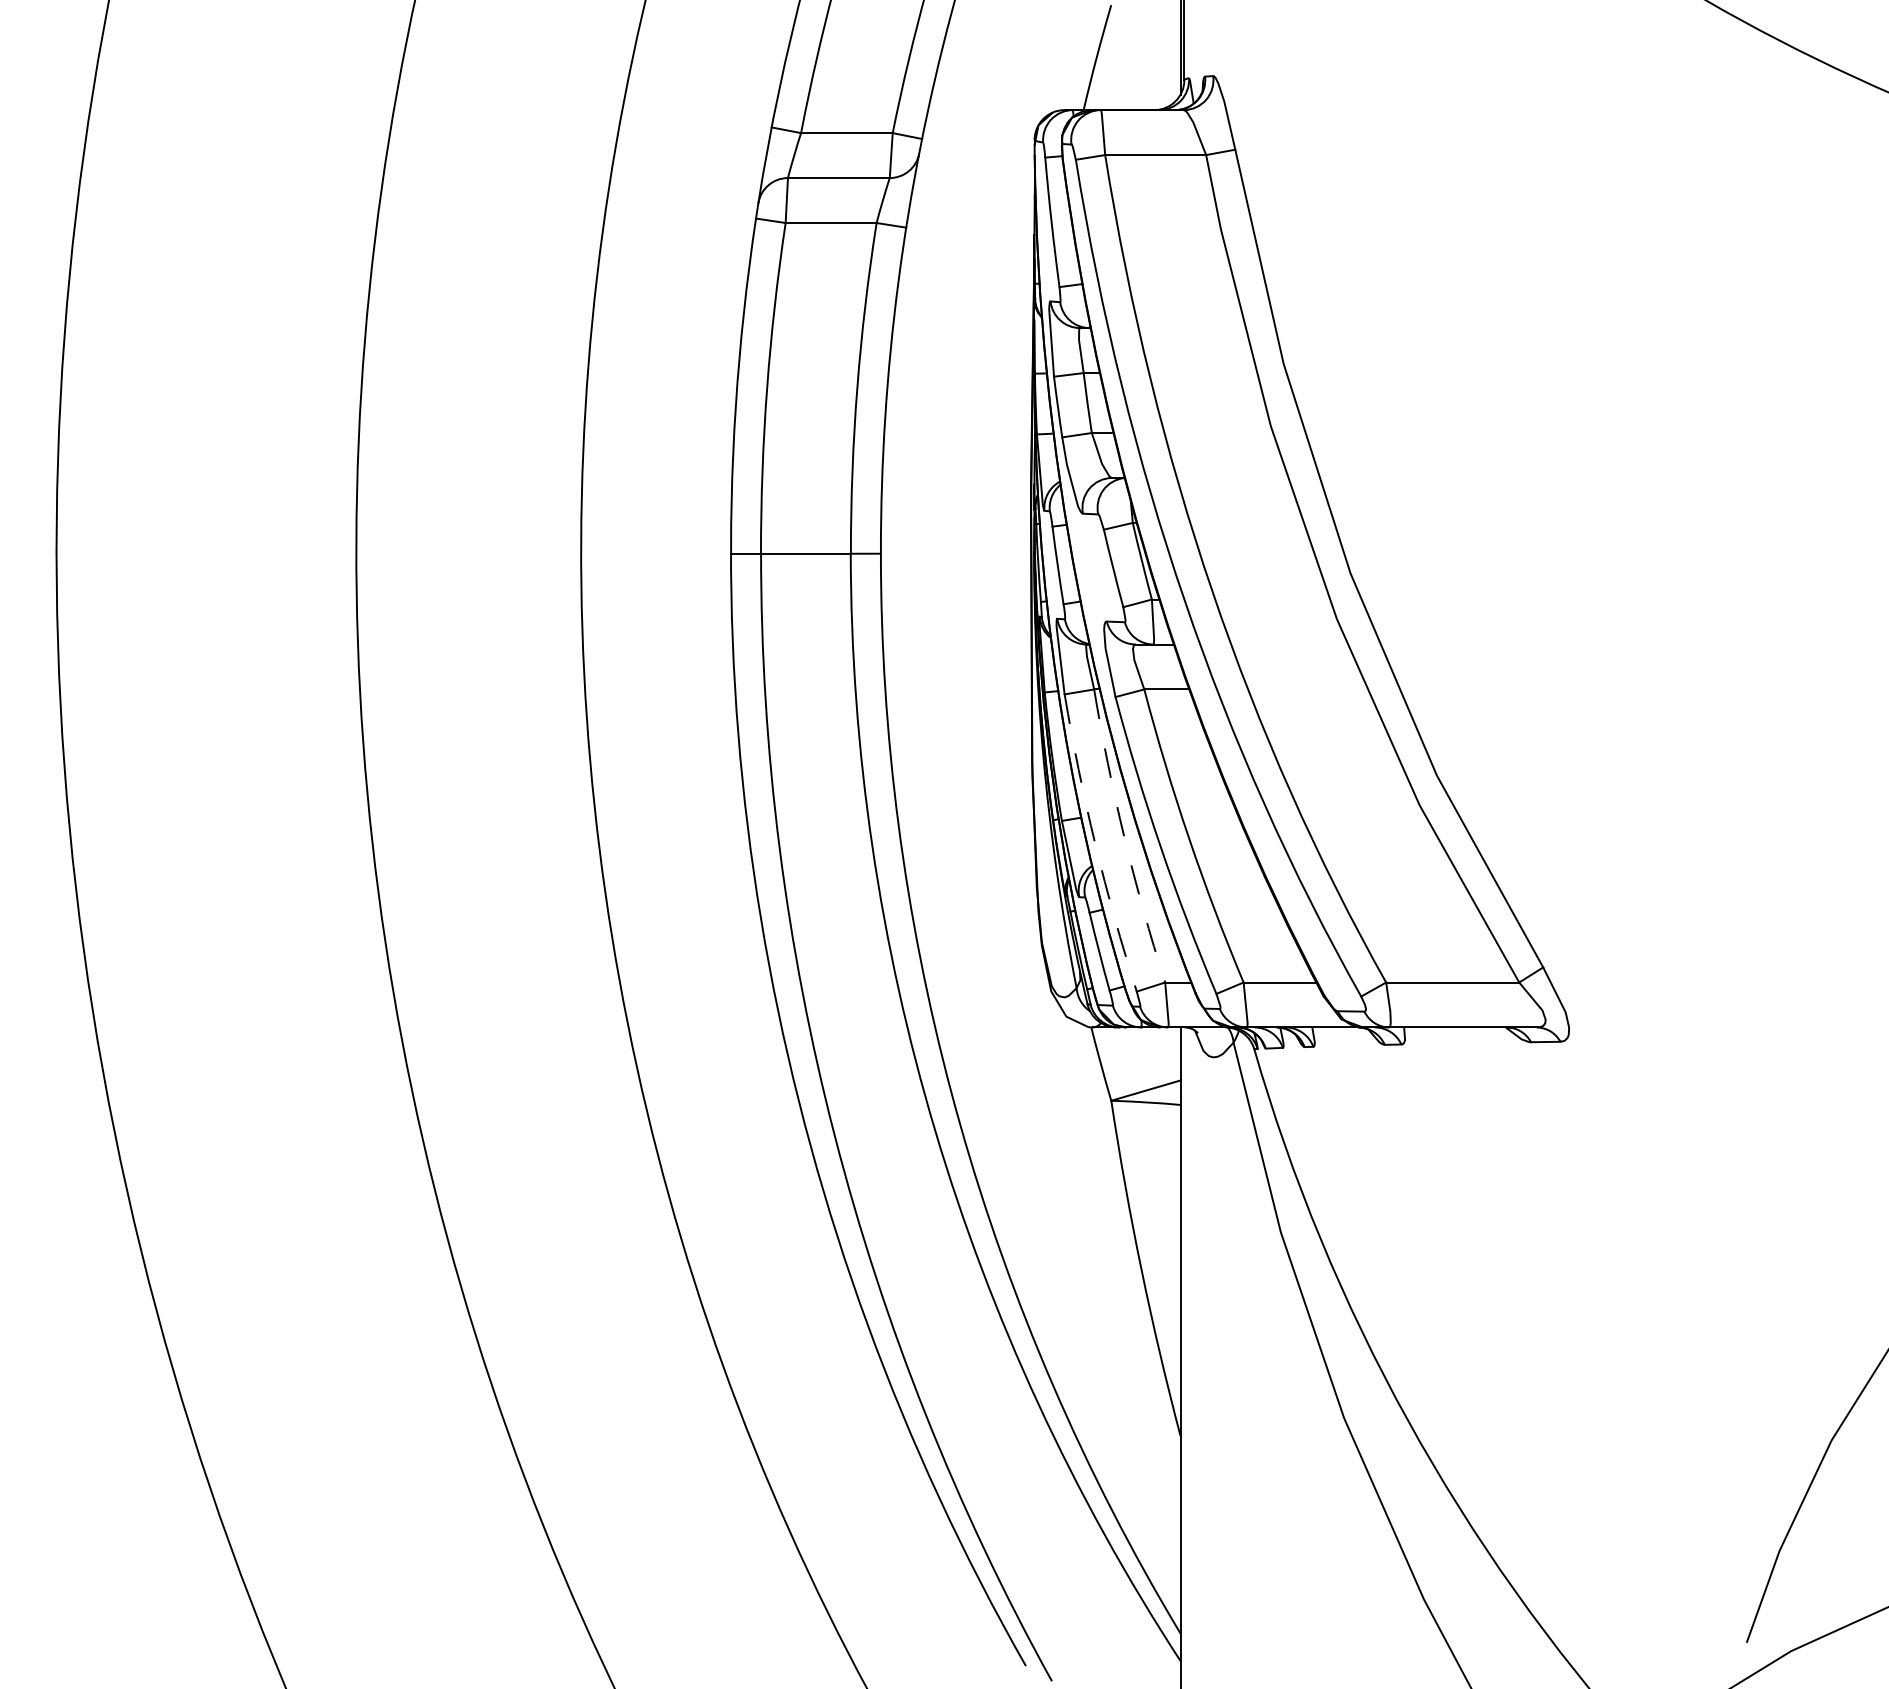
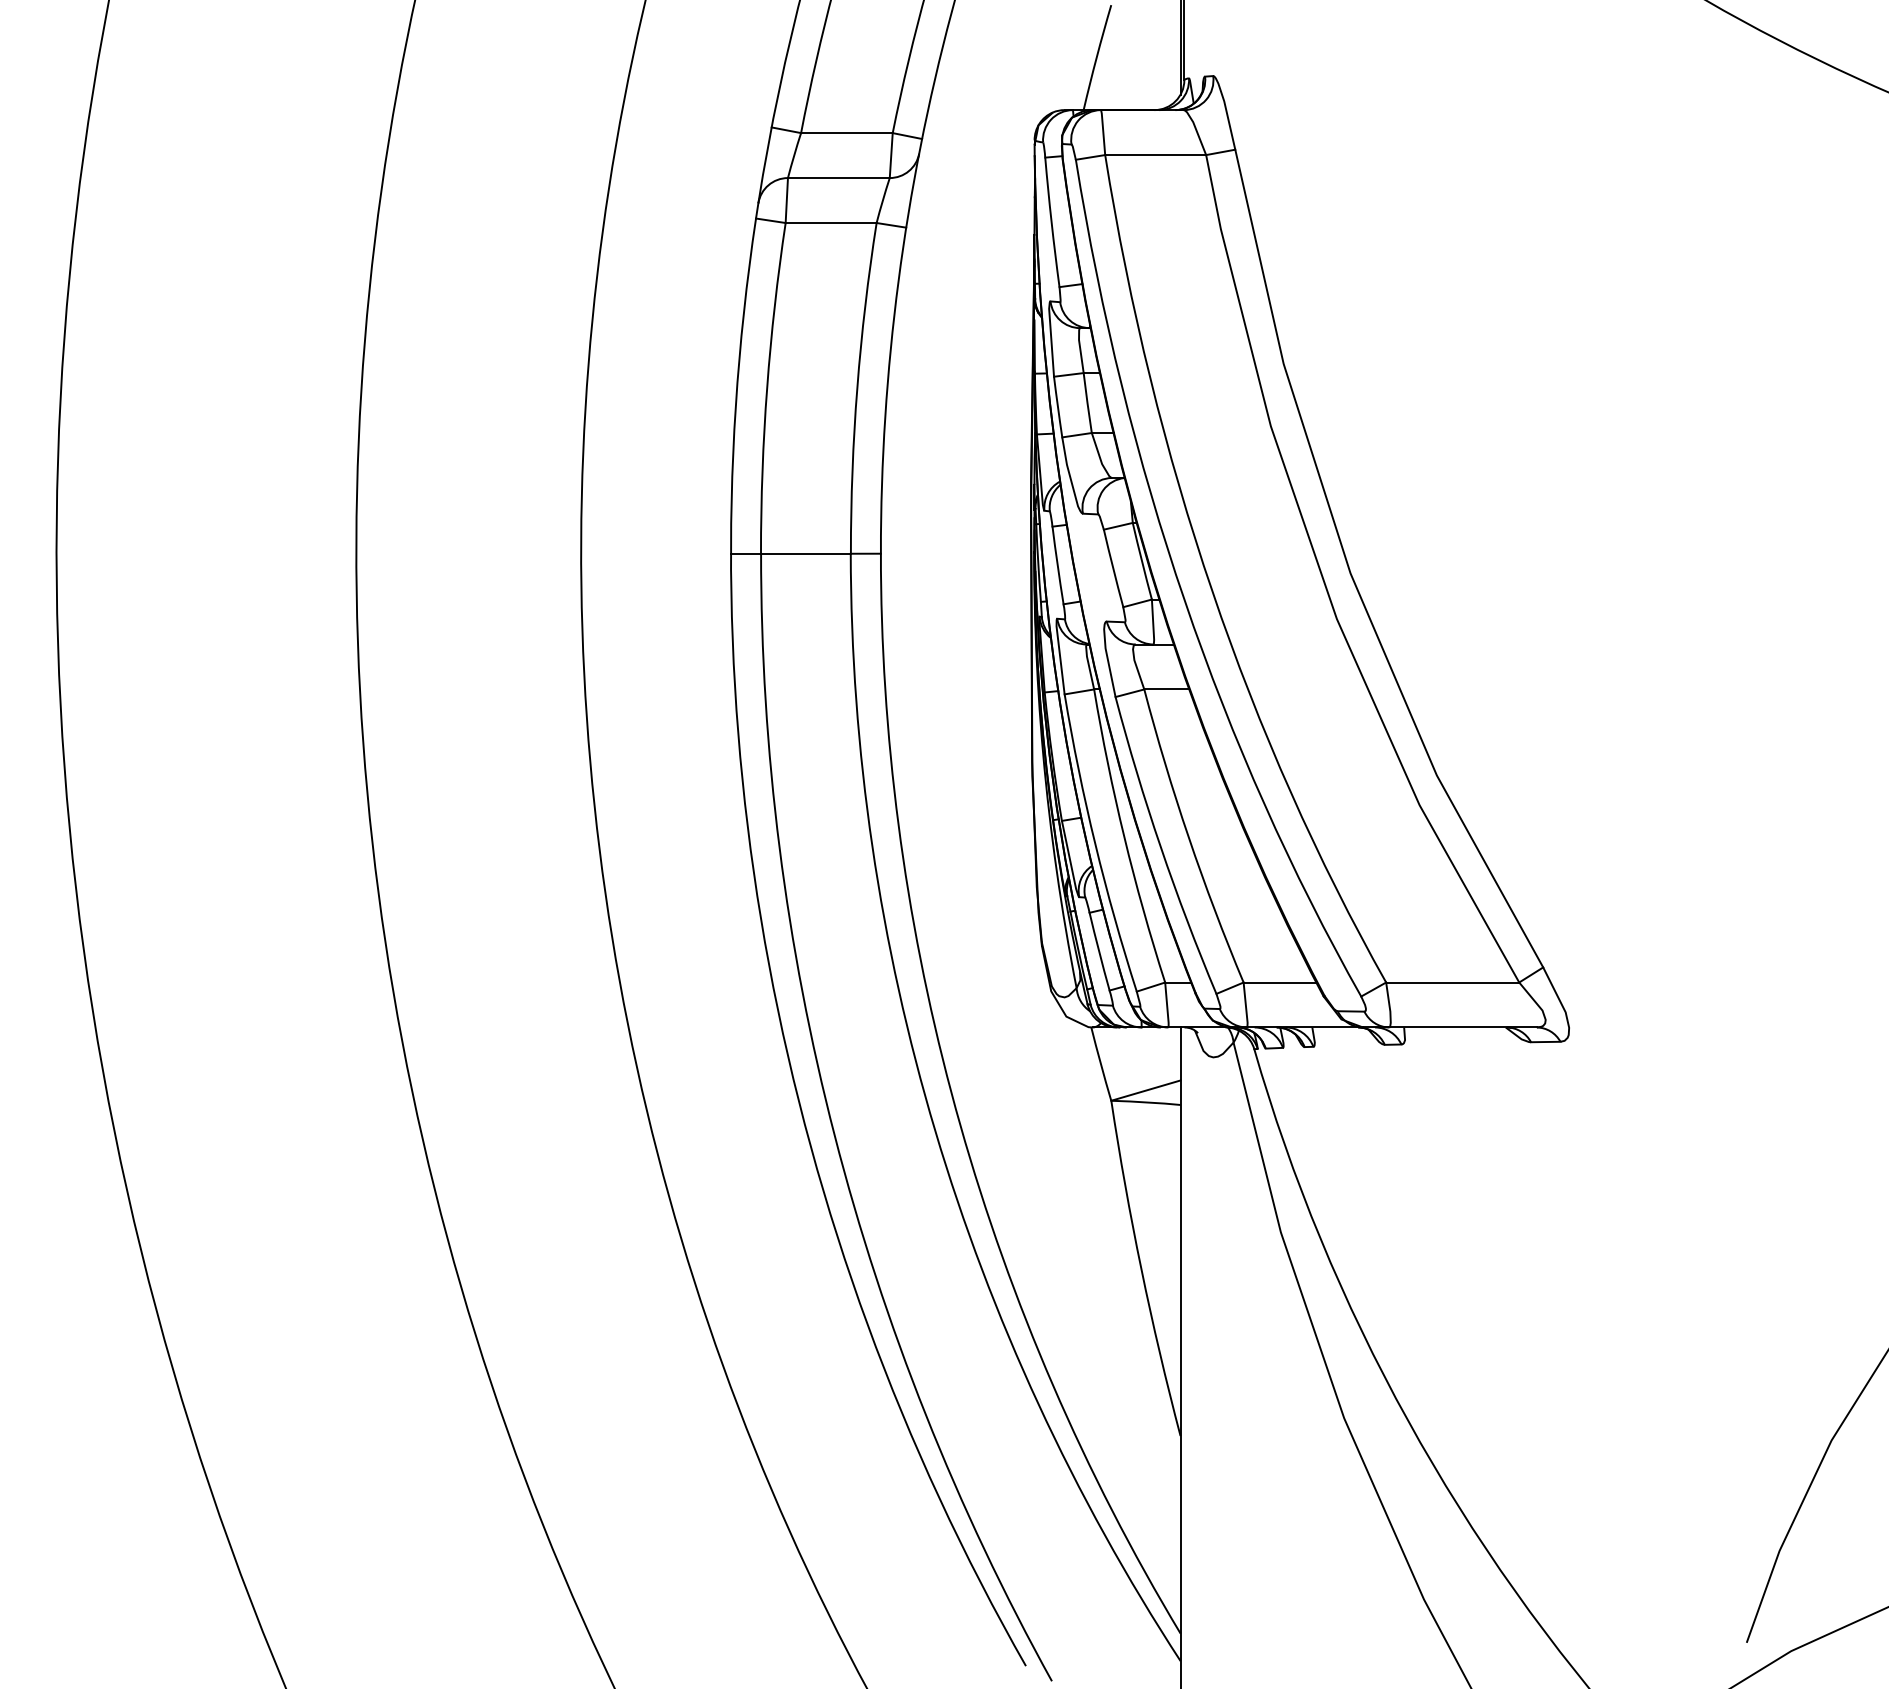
arc at (1124, 837): dashed -> solid
arc at (1095, 844): dashed -> solid
